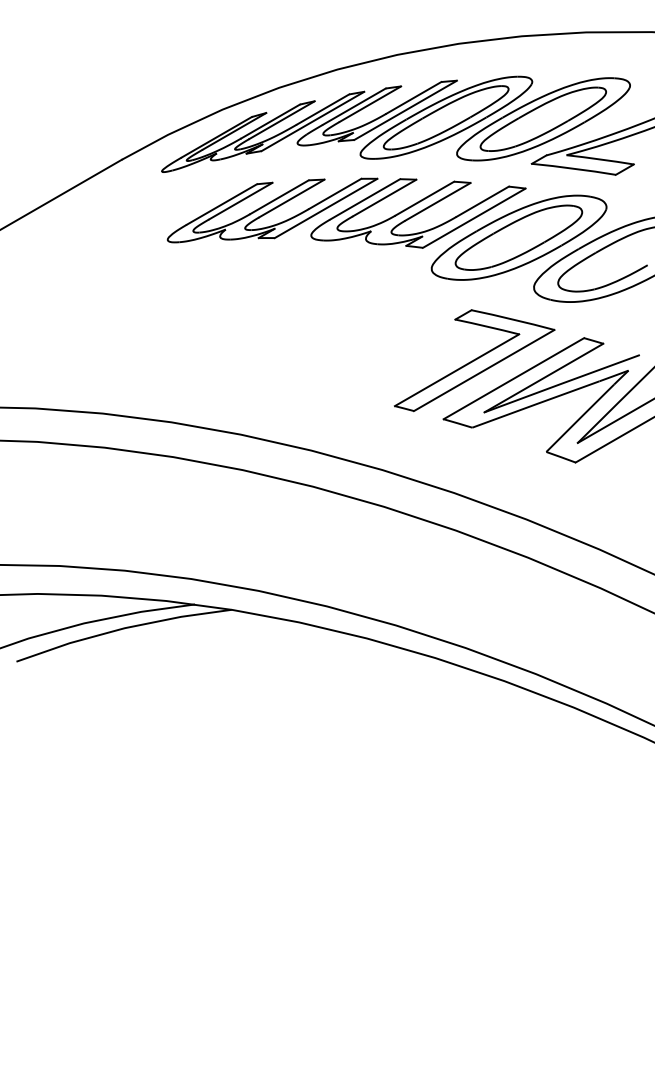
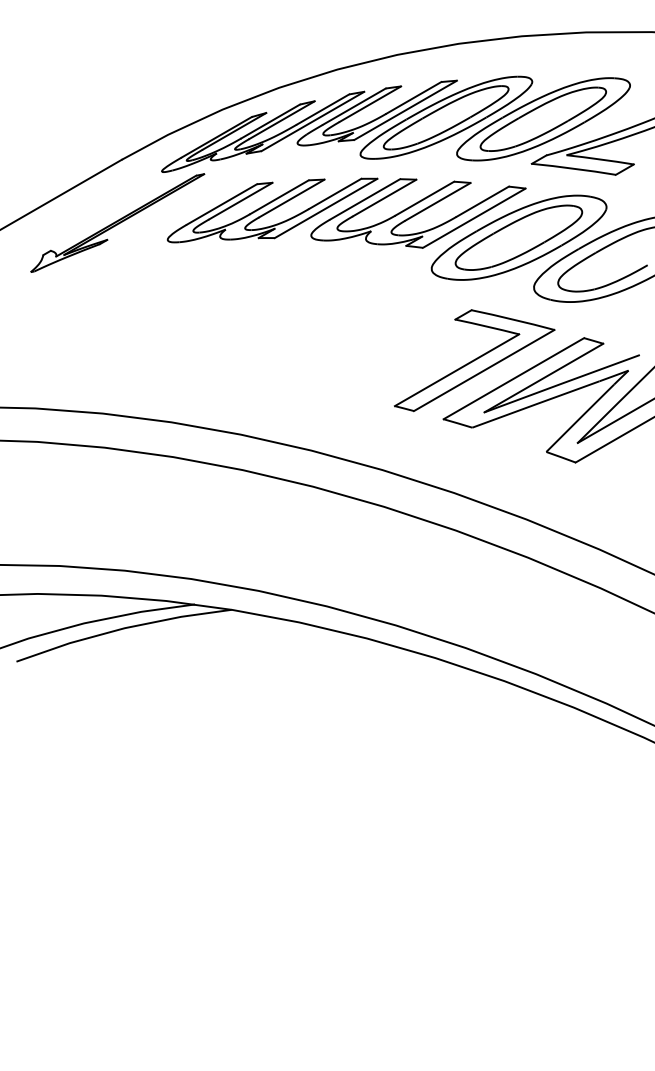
part at (117, 222): none -> present
